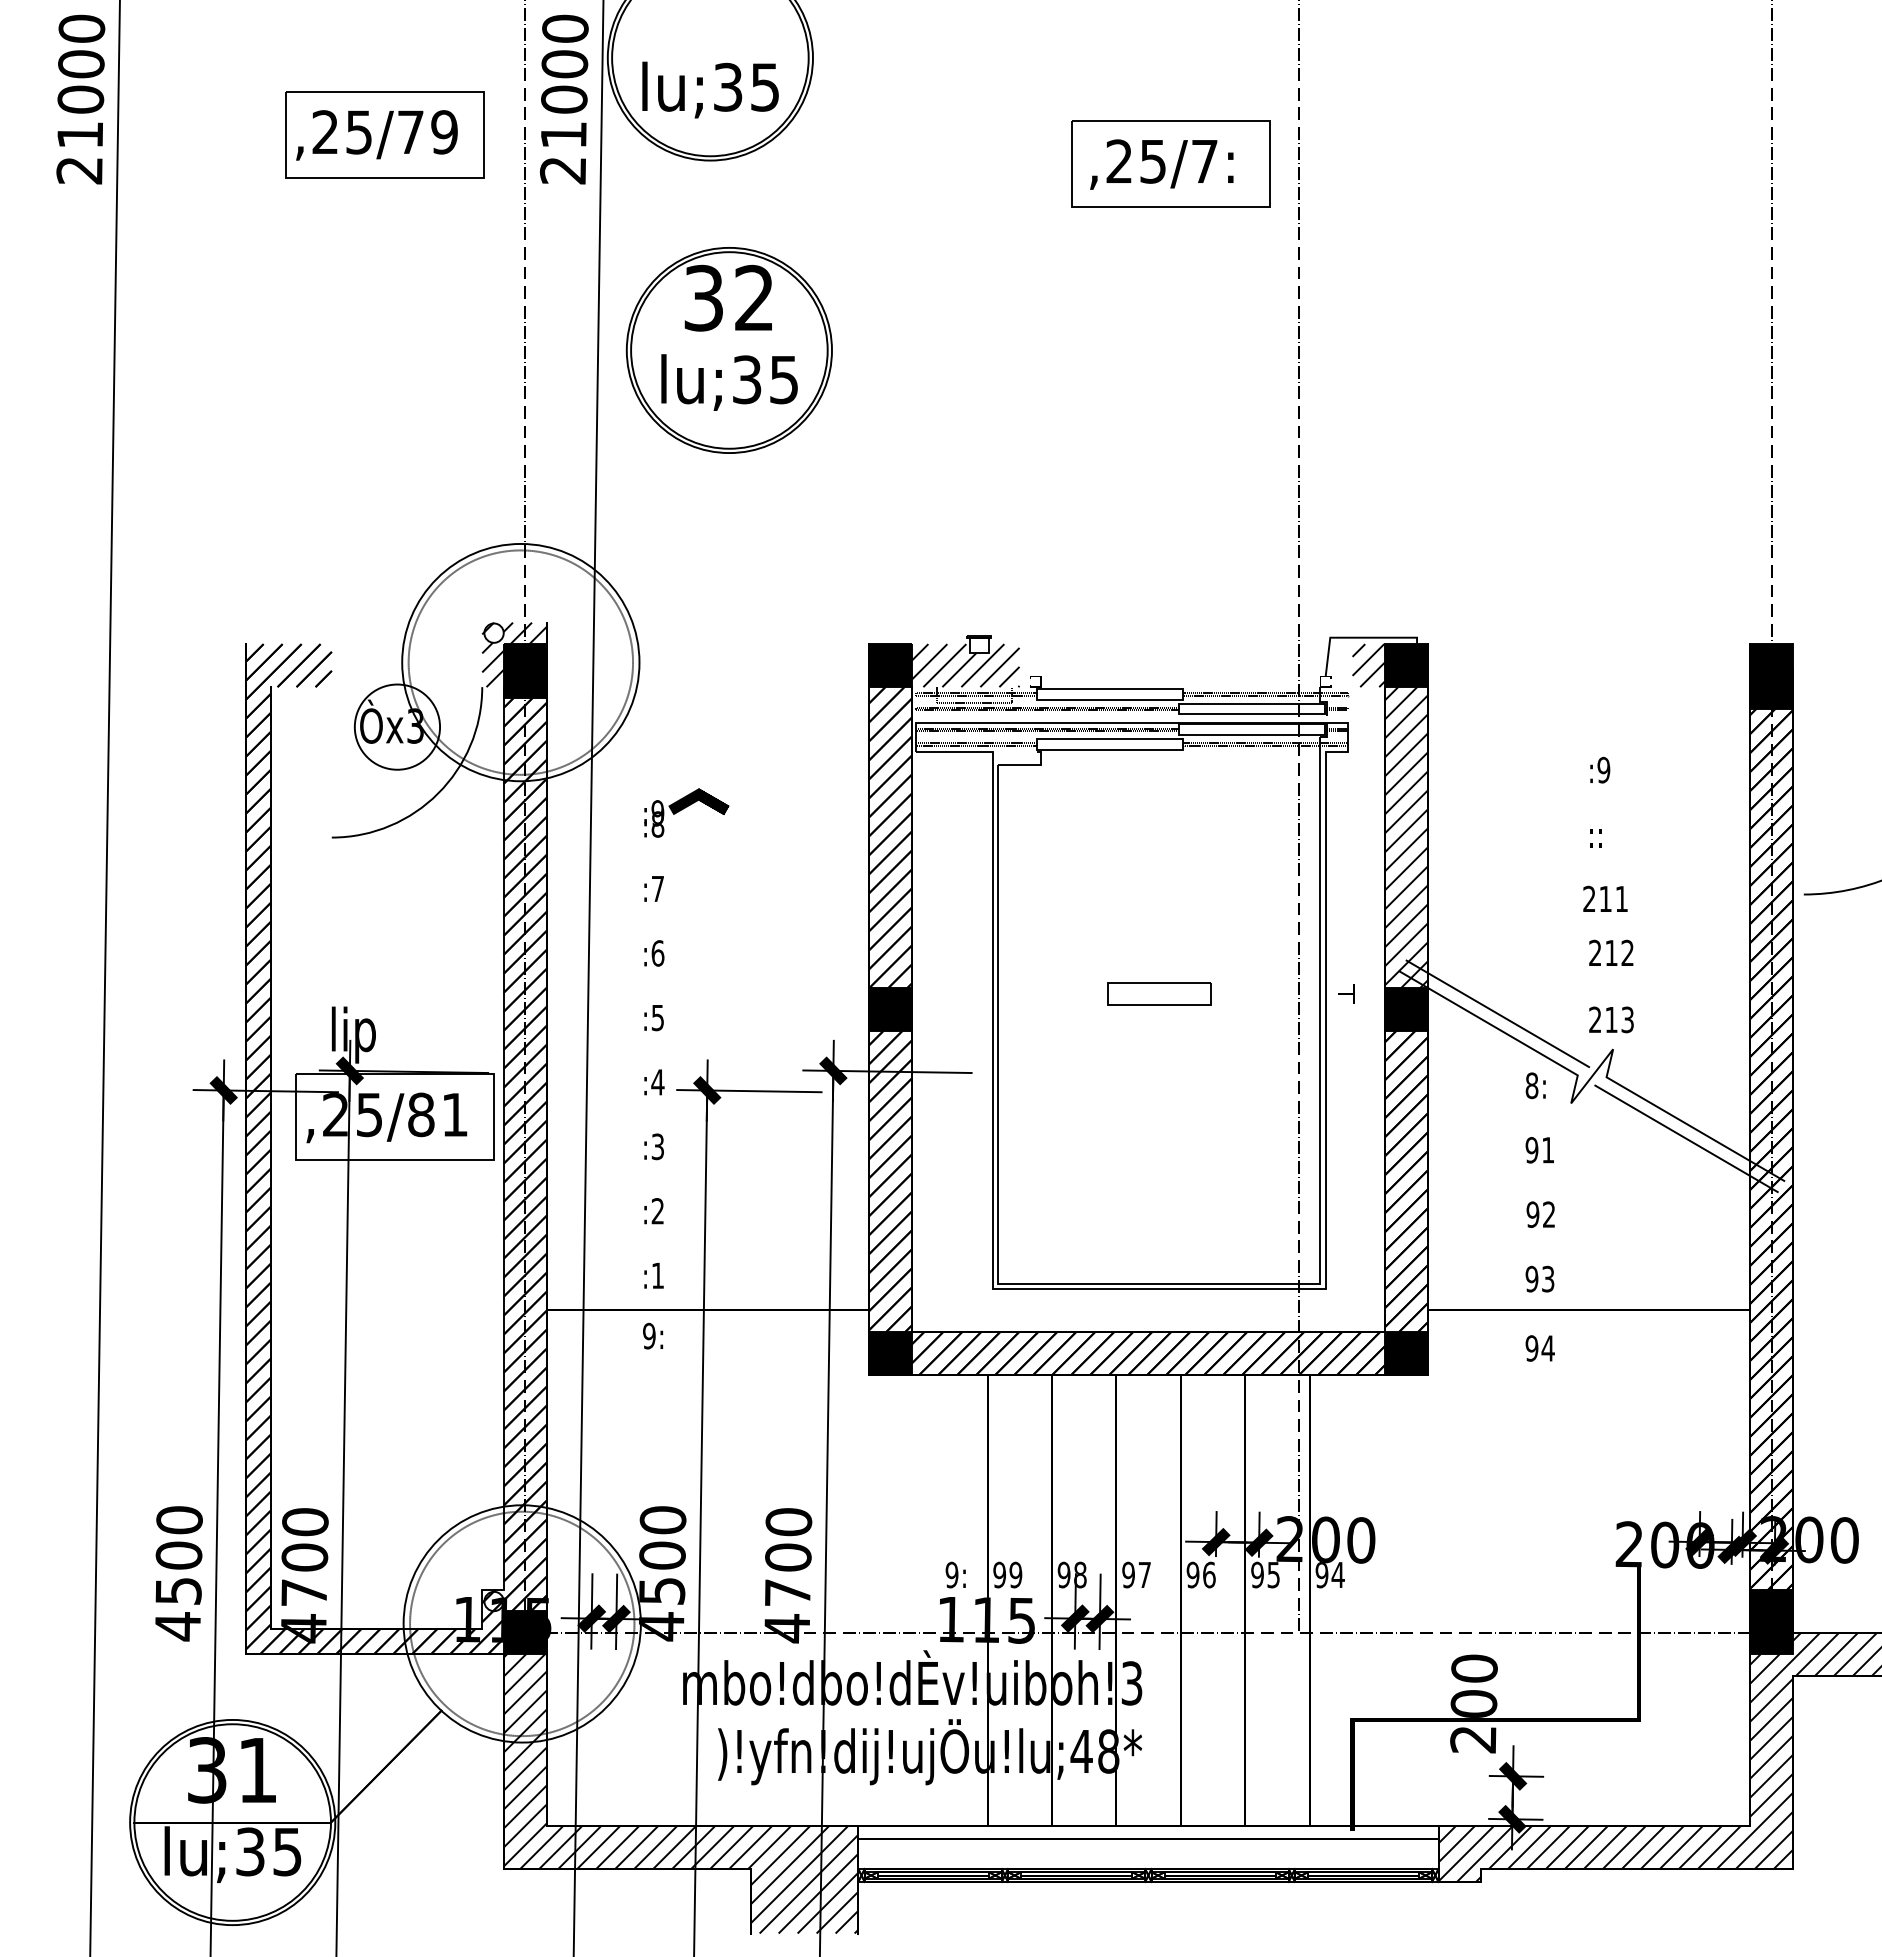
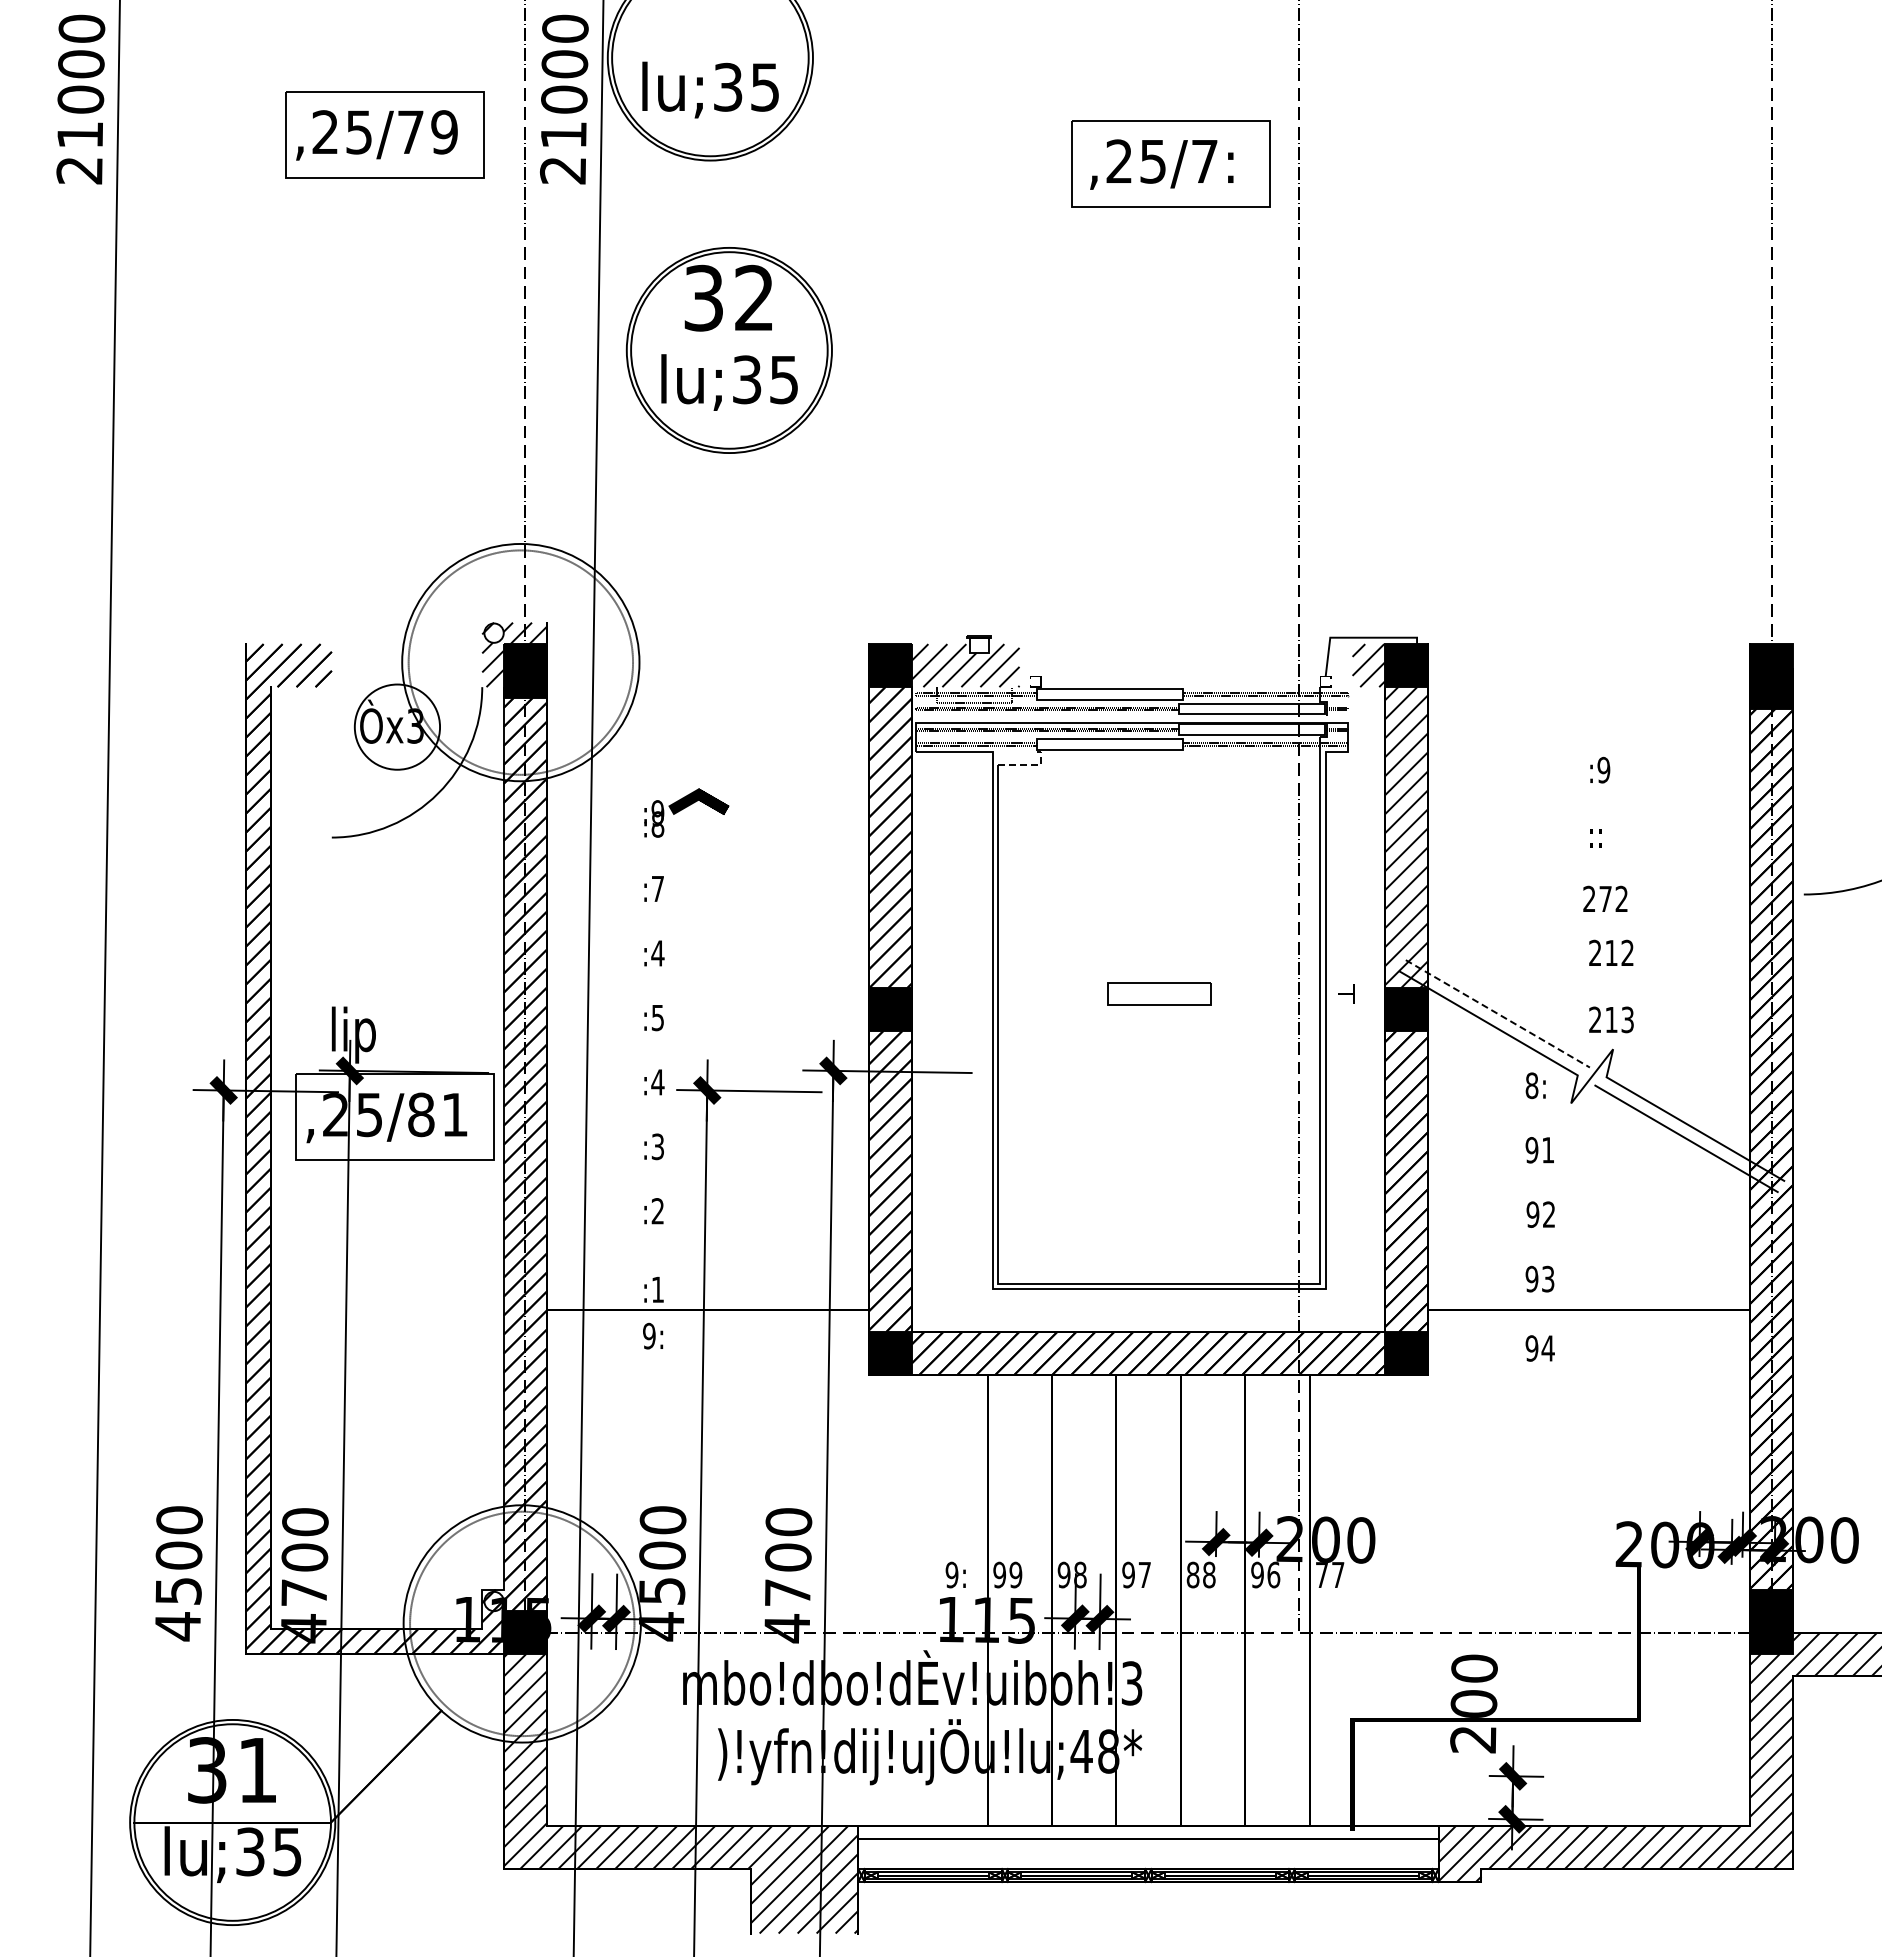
line at (1030, 765): solid -> dashed
text at (1613, 898): 211 -> 272
text at (657, 953): :6 -> :4
line at (1497, 1013): solid -> dashed
text at (653, 1275) position: (653, 1275) -> (653, 1289)
text at (1200, 1574): 96 -> 88
text at (1273, 1574): 95 -> 96
text at (1329, 1575): 94 -> 77
